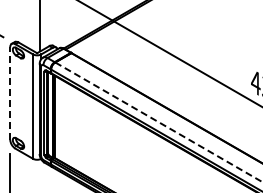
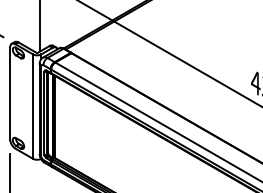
line at (10, 92): dashed -> solid
line at (159, 122): dashed -> solid
